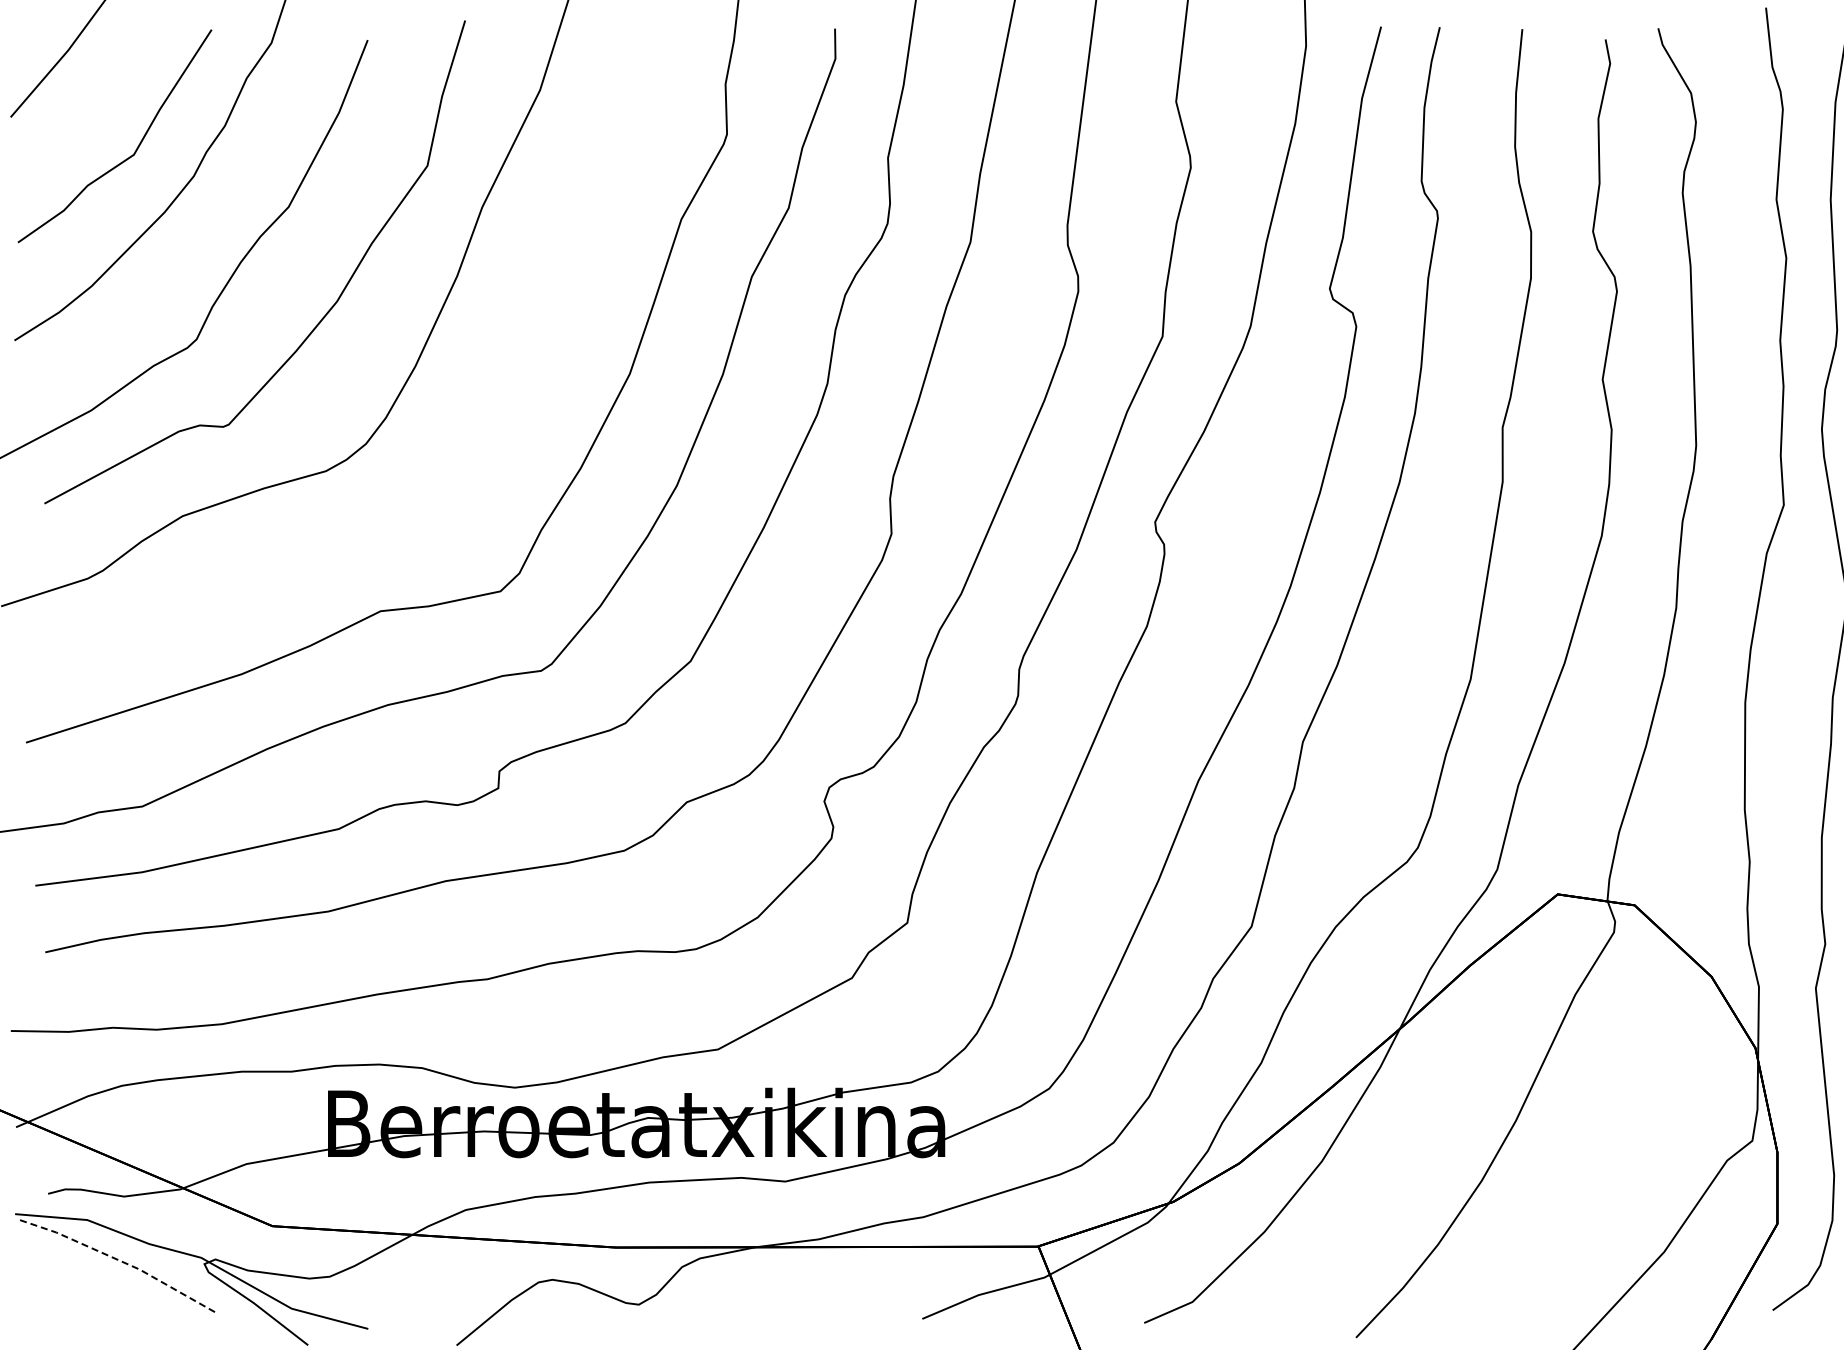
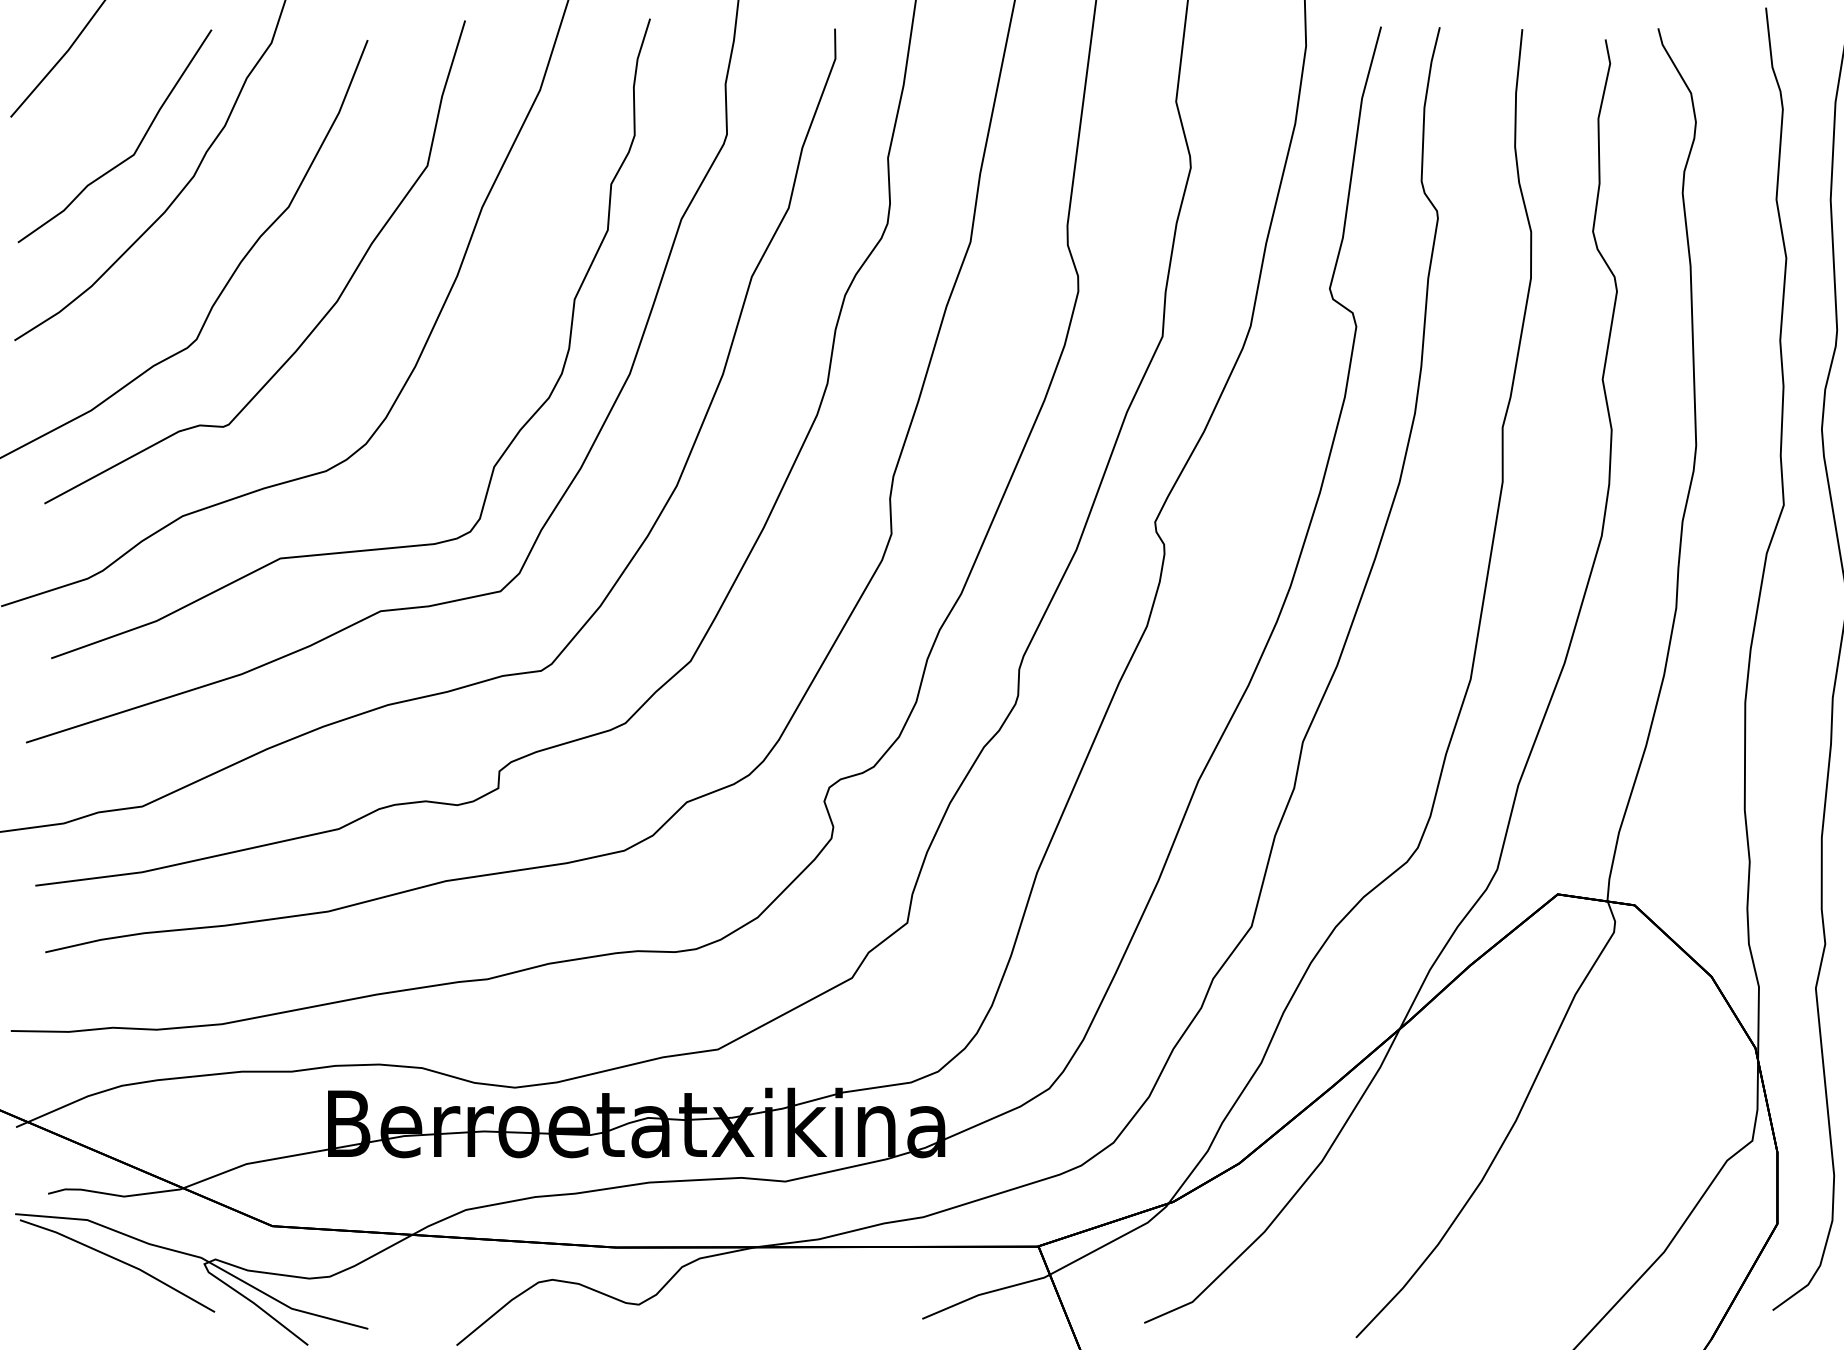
curve at (508, 444): none -> present
line at (119, 1260): dashed -> solid
